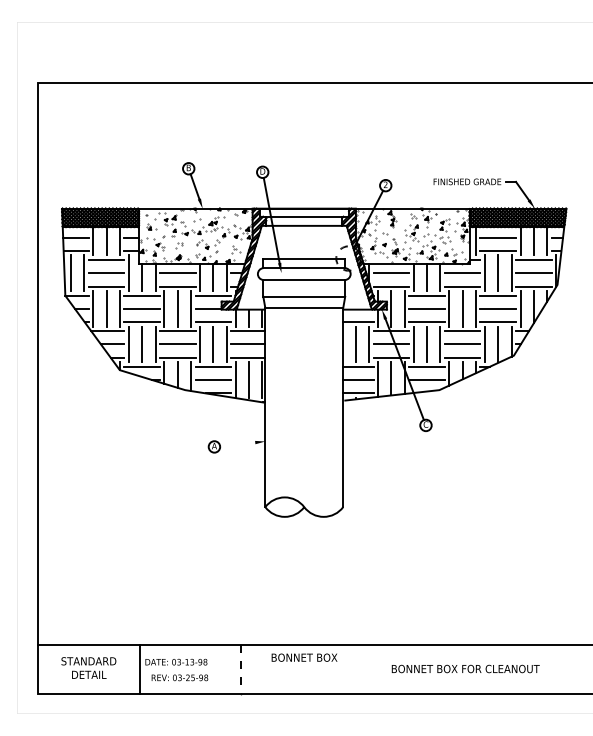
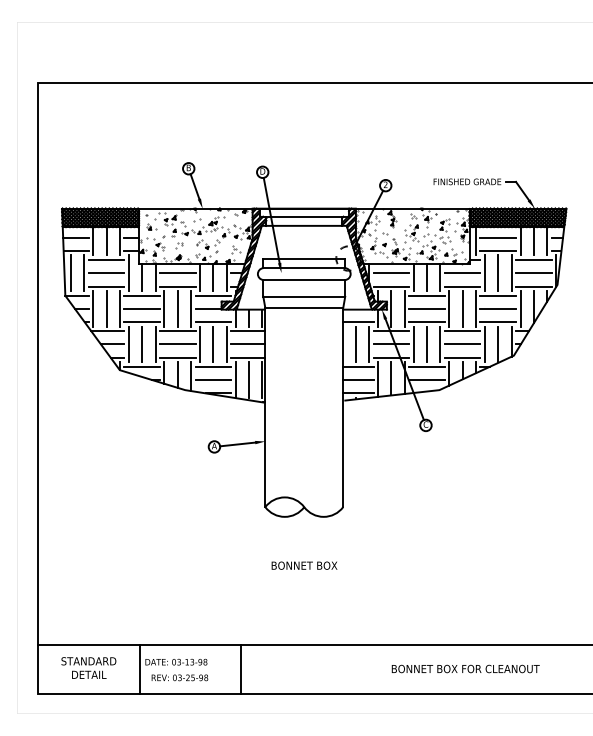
line at (237, 444): none -> present
text at (304, 657) position: (304, 657) -> (304, 565)
line at (241, 669): dashed -> solid
